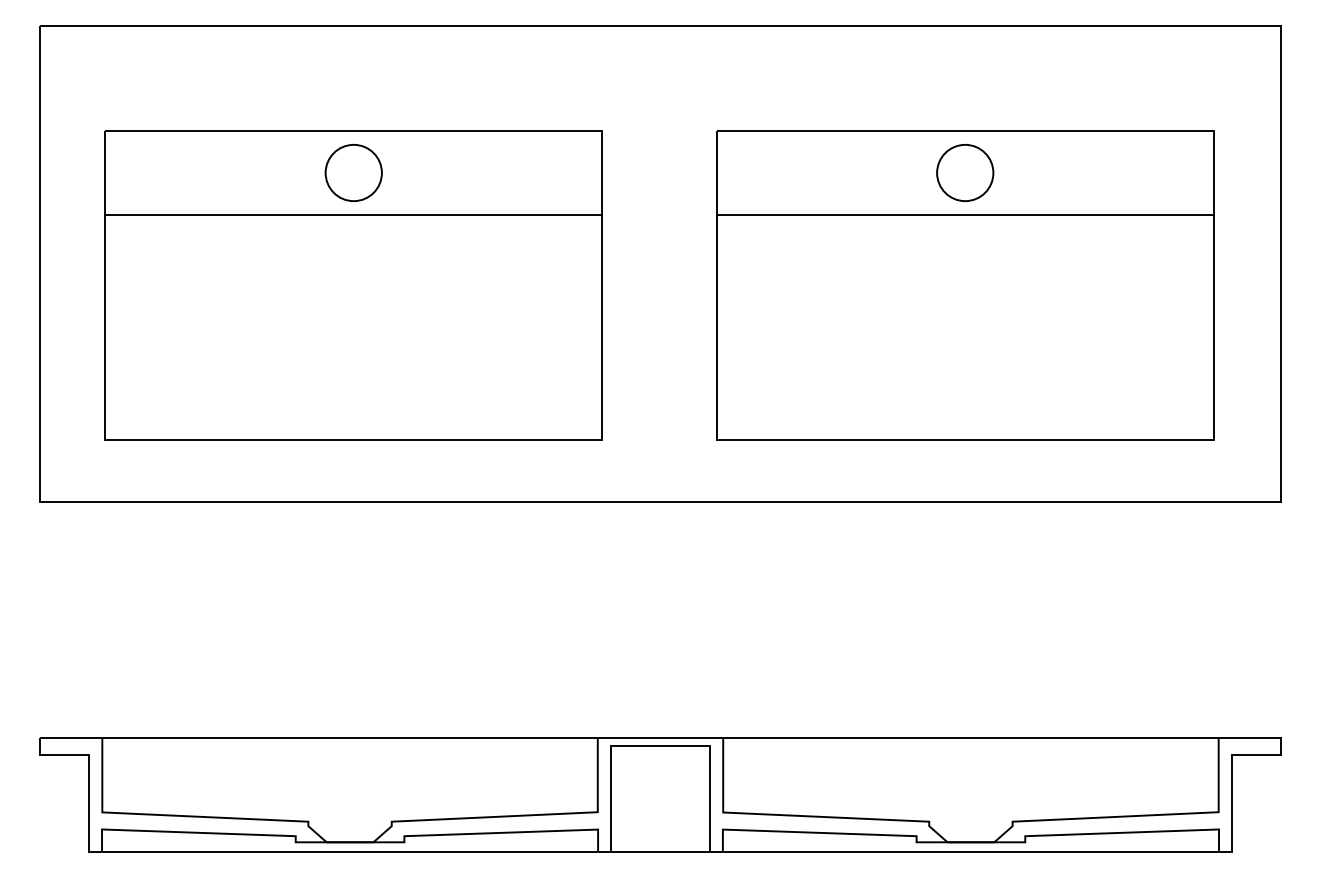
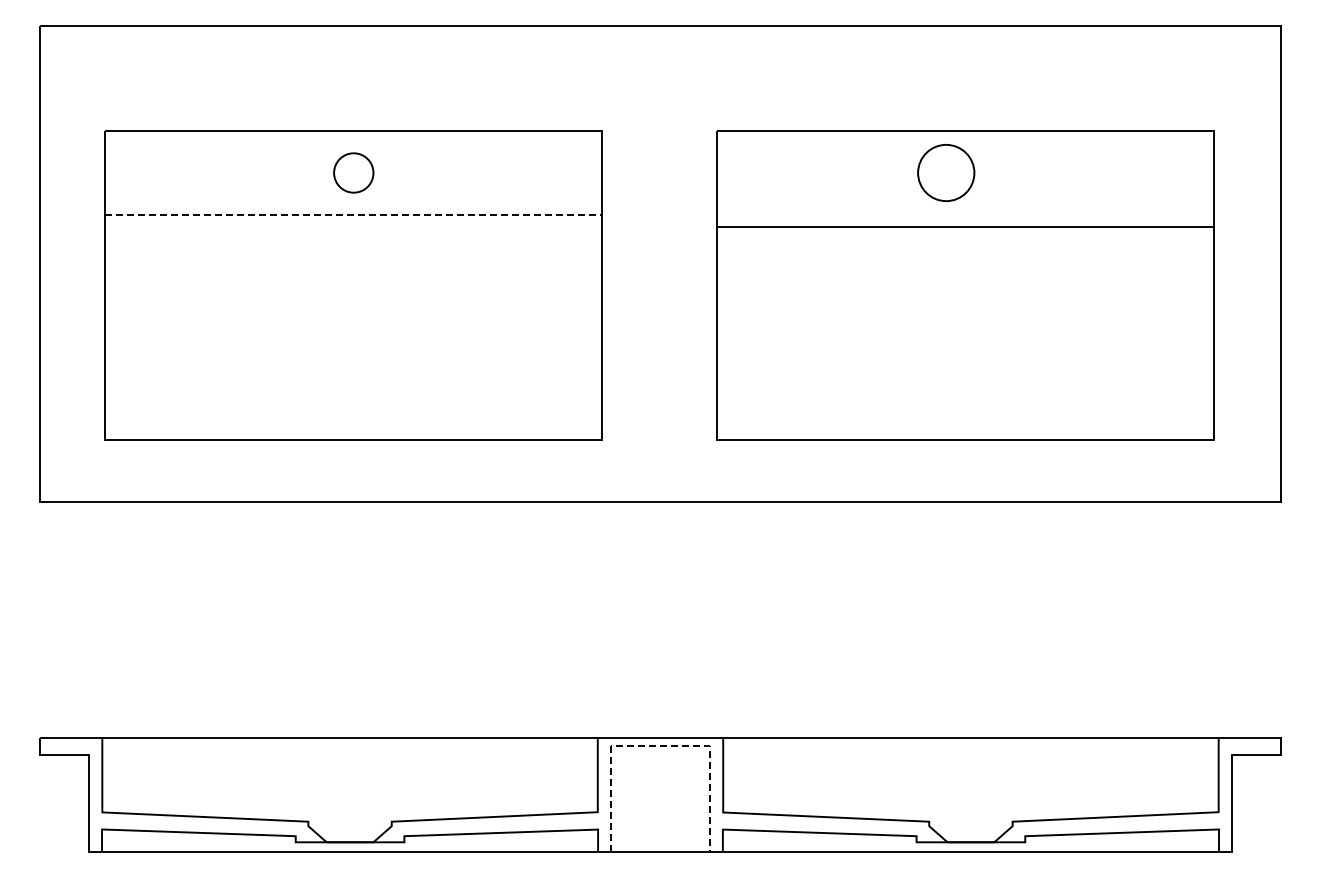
circle at (353, 172) diameter: 56 px -> 39 px
circle at (965, 172) position: (965, 172) -> (946, 172)
line at (354, 214): solid -> dashed
line at (964, 214) position: (964, 214) -> (964, 226)
line at (661, 746): solid -> dashed
